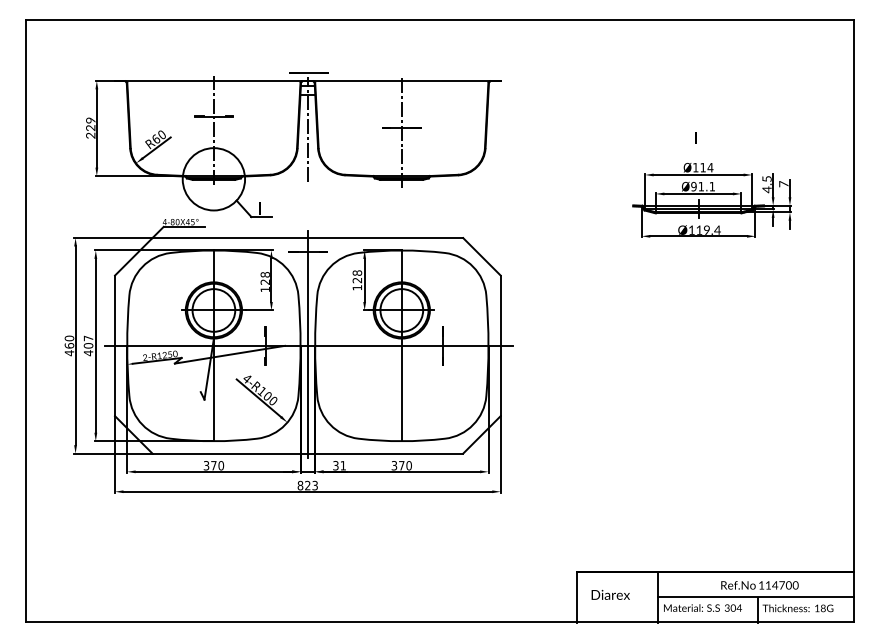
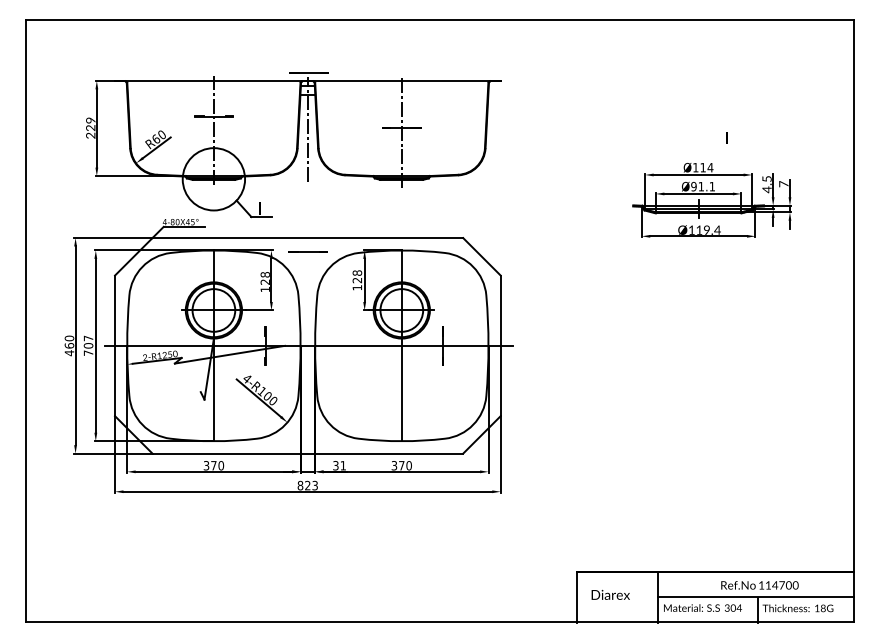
text at (695, 137) position: (695, 137) -> (726, 137)
line at (307, 344): present -> none
text at (88, 353): 407 -> 707
